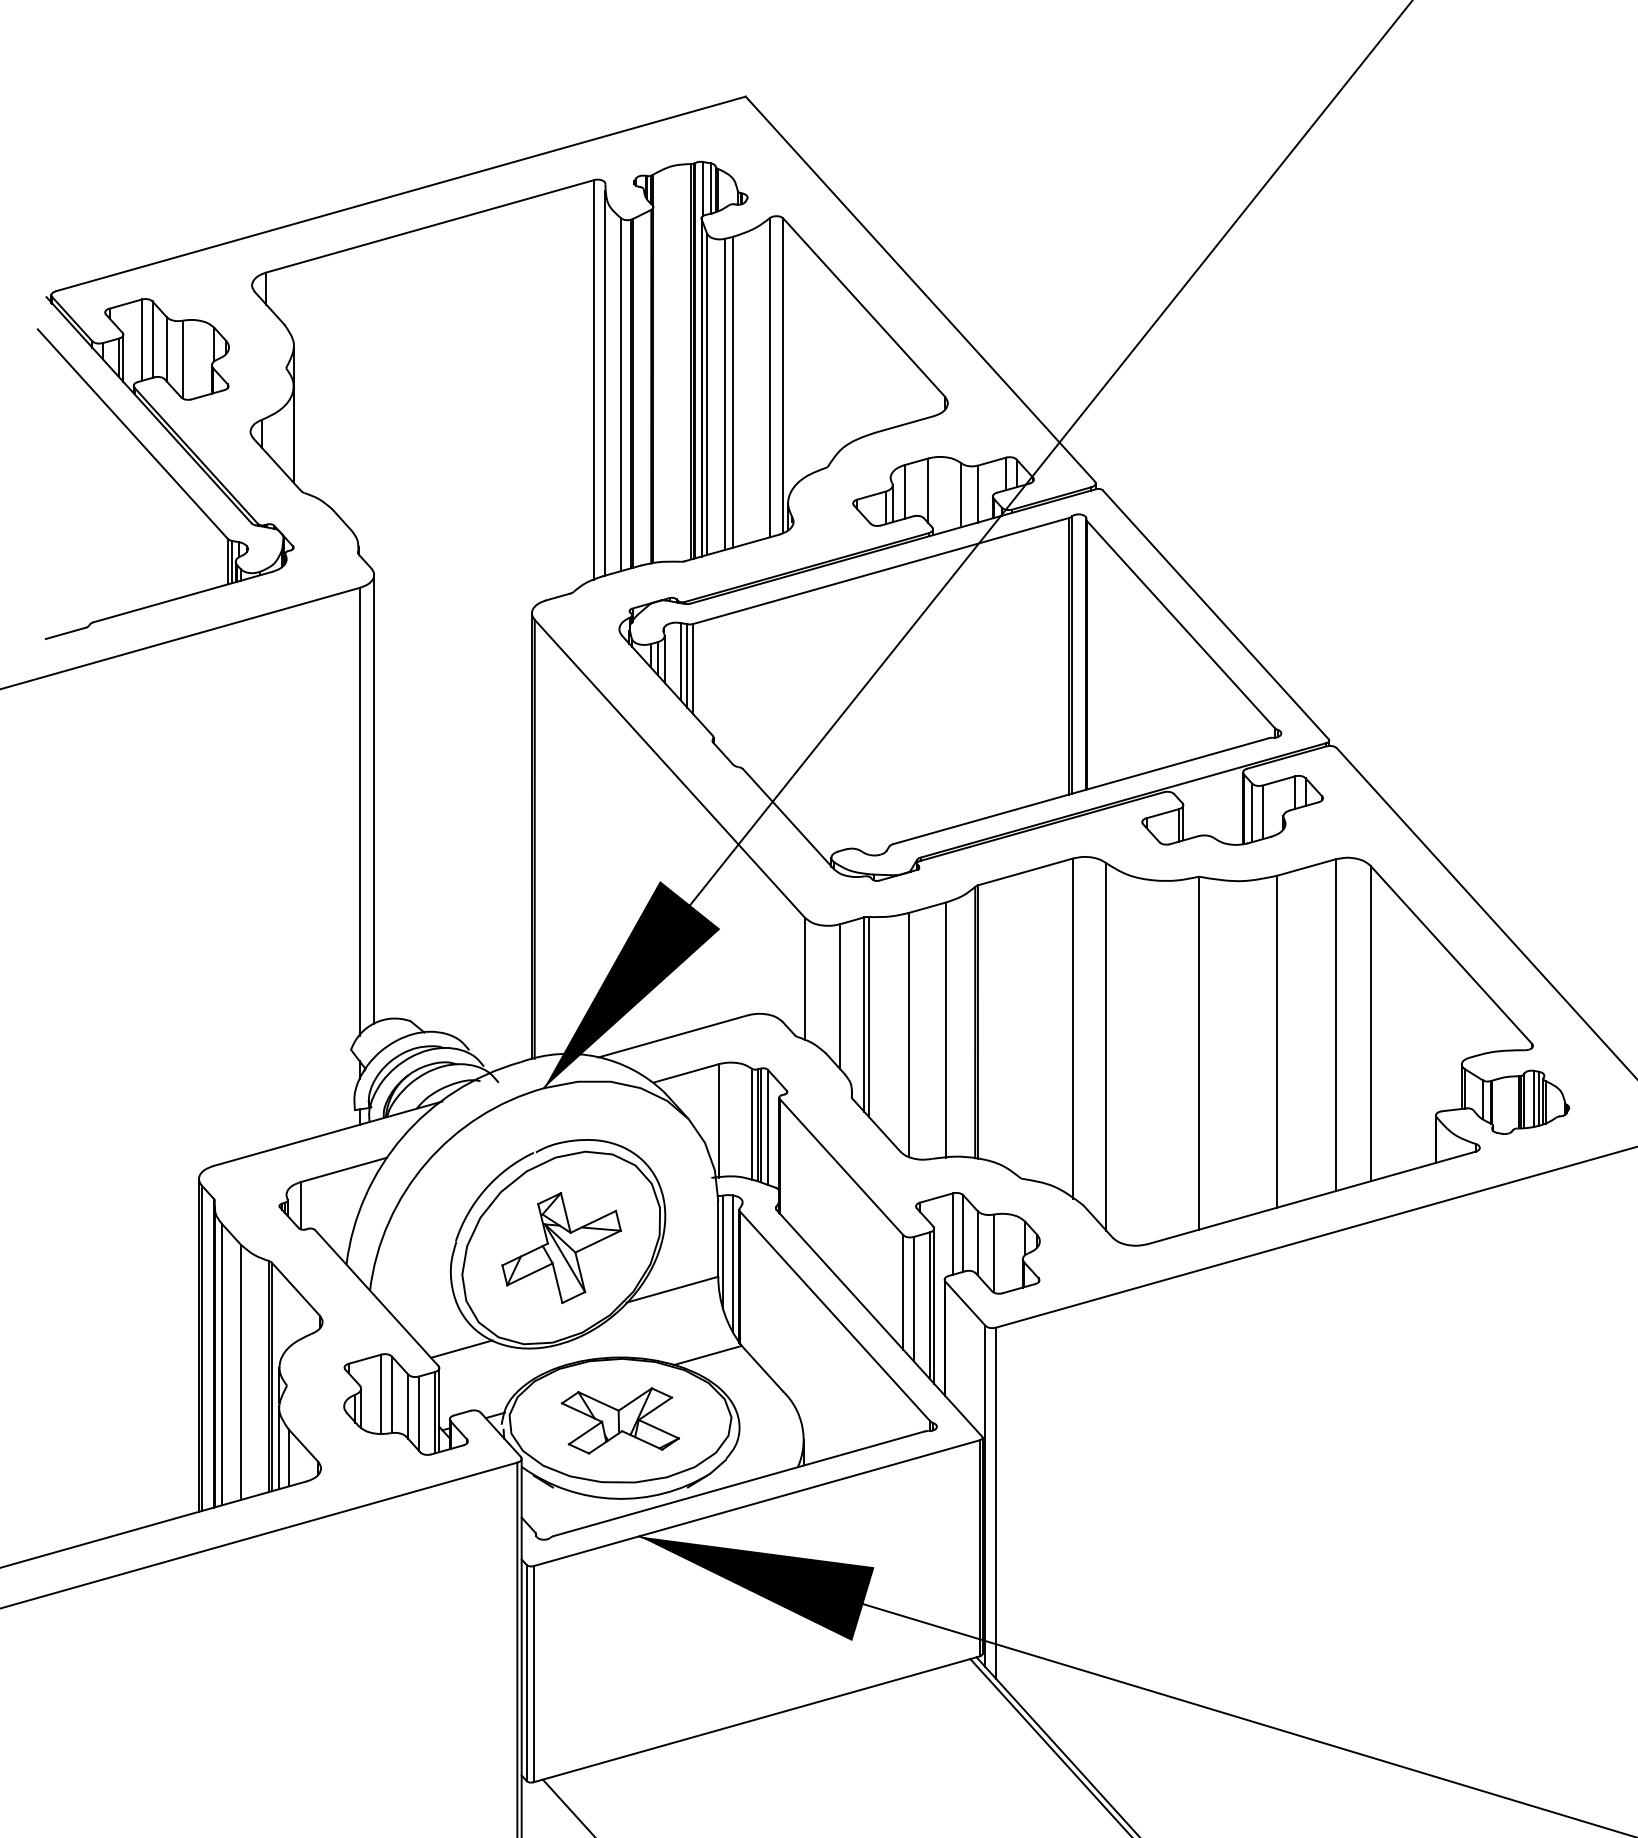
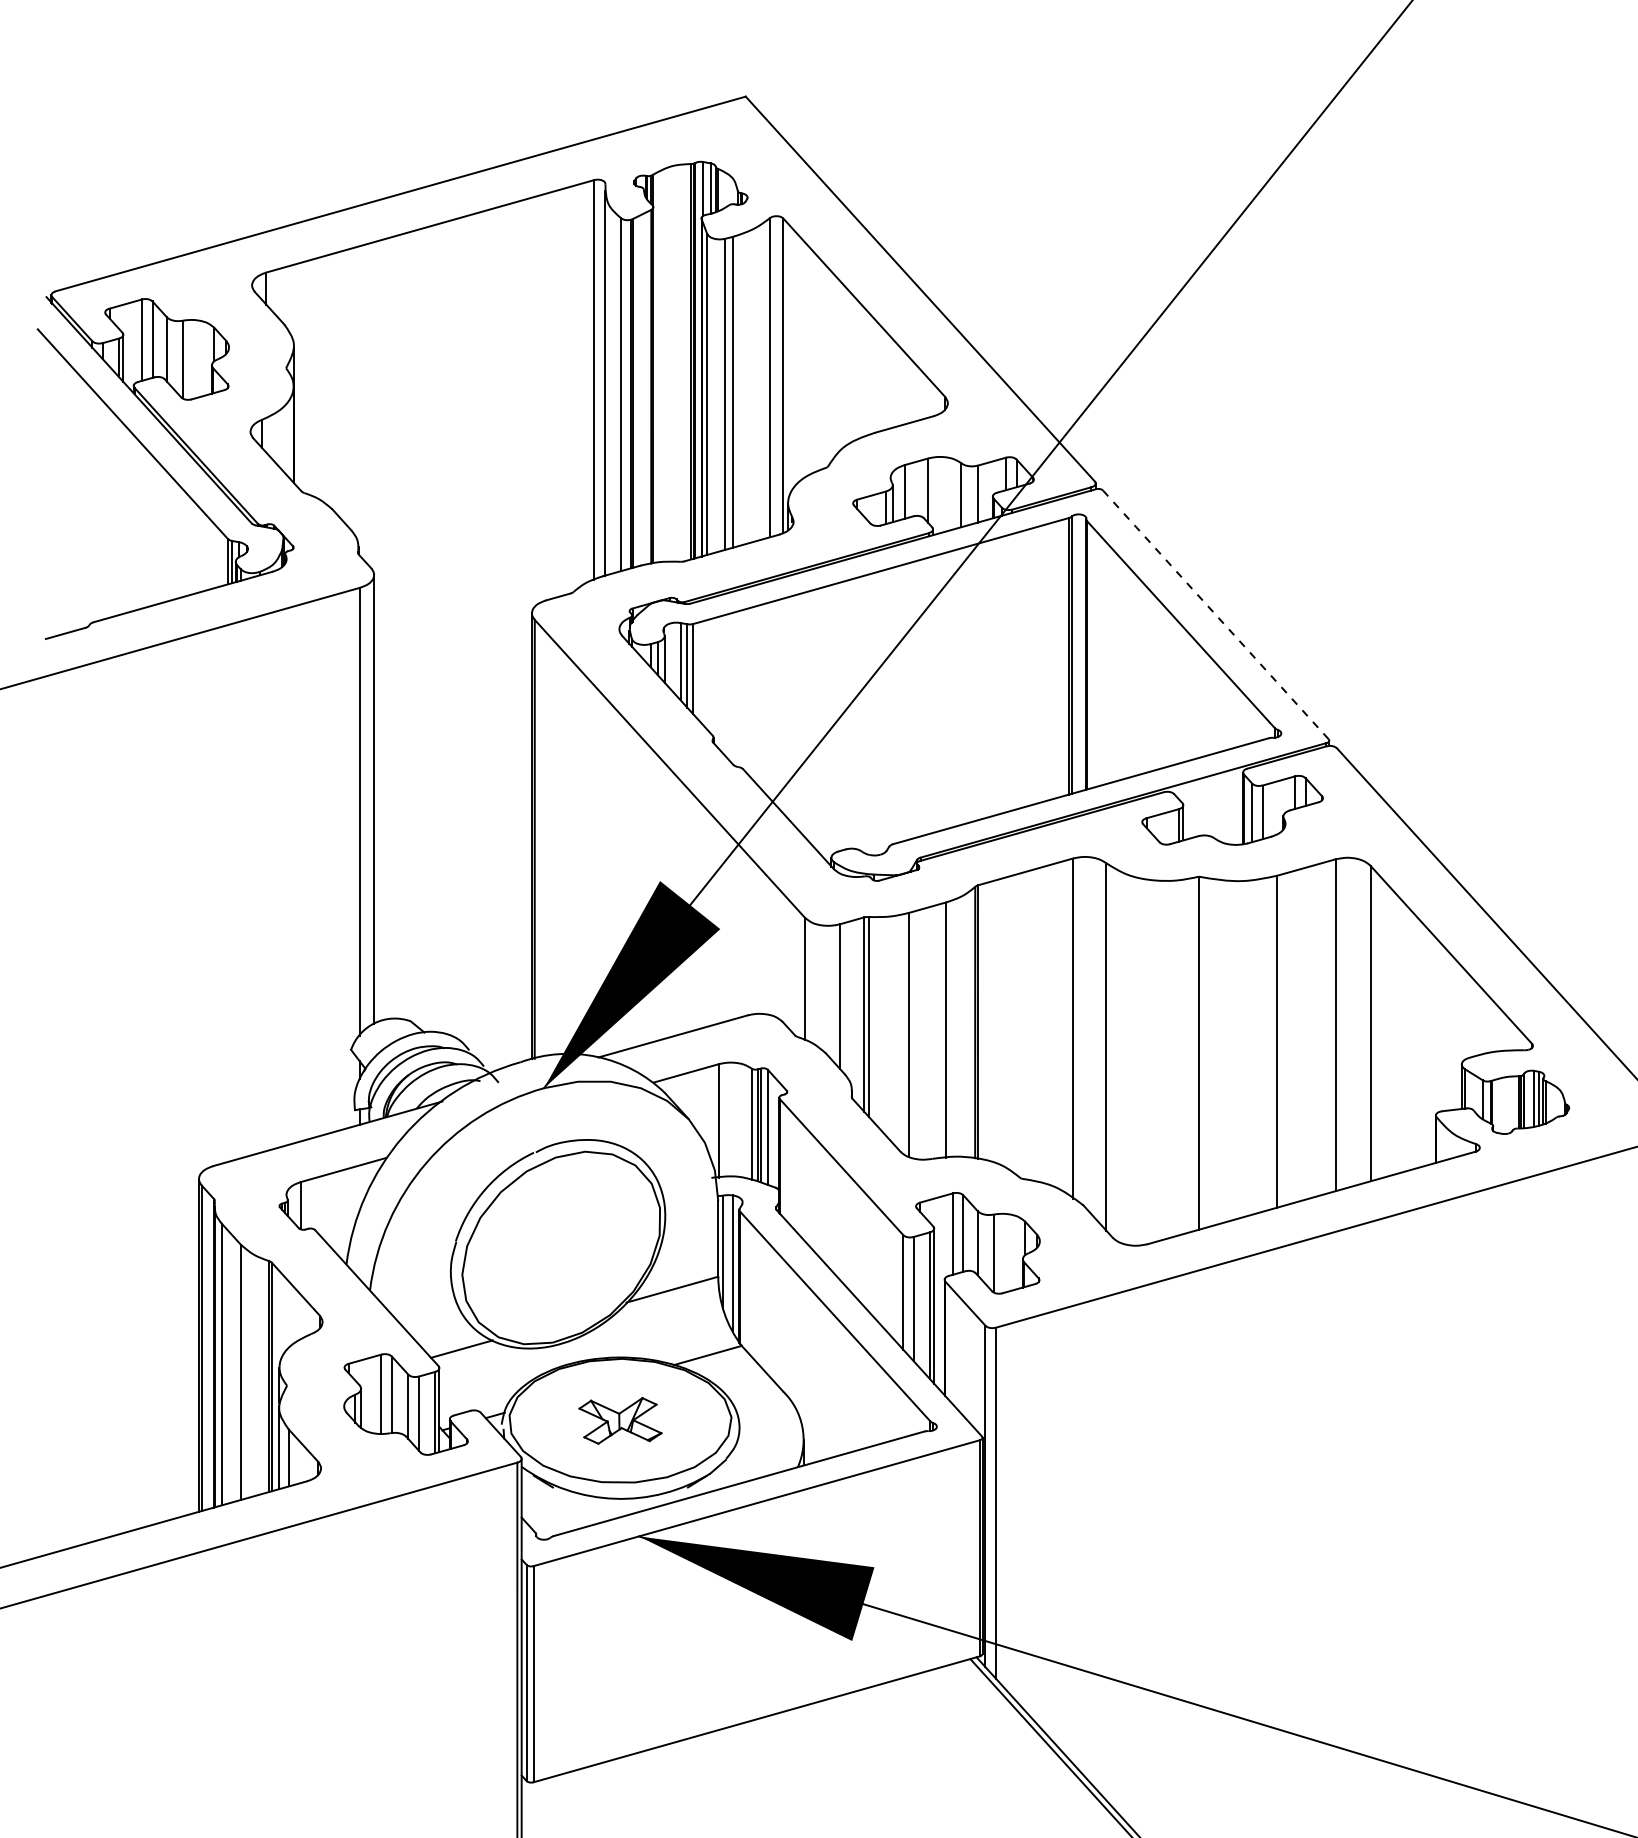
line at (1215, 614): solid -> dashed
part at (561, 1247): present -> none
part at (620, 1420) size: 121x68 px -> 85x48 px
line at (567, 1806): present -> none
